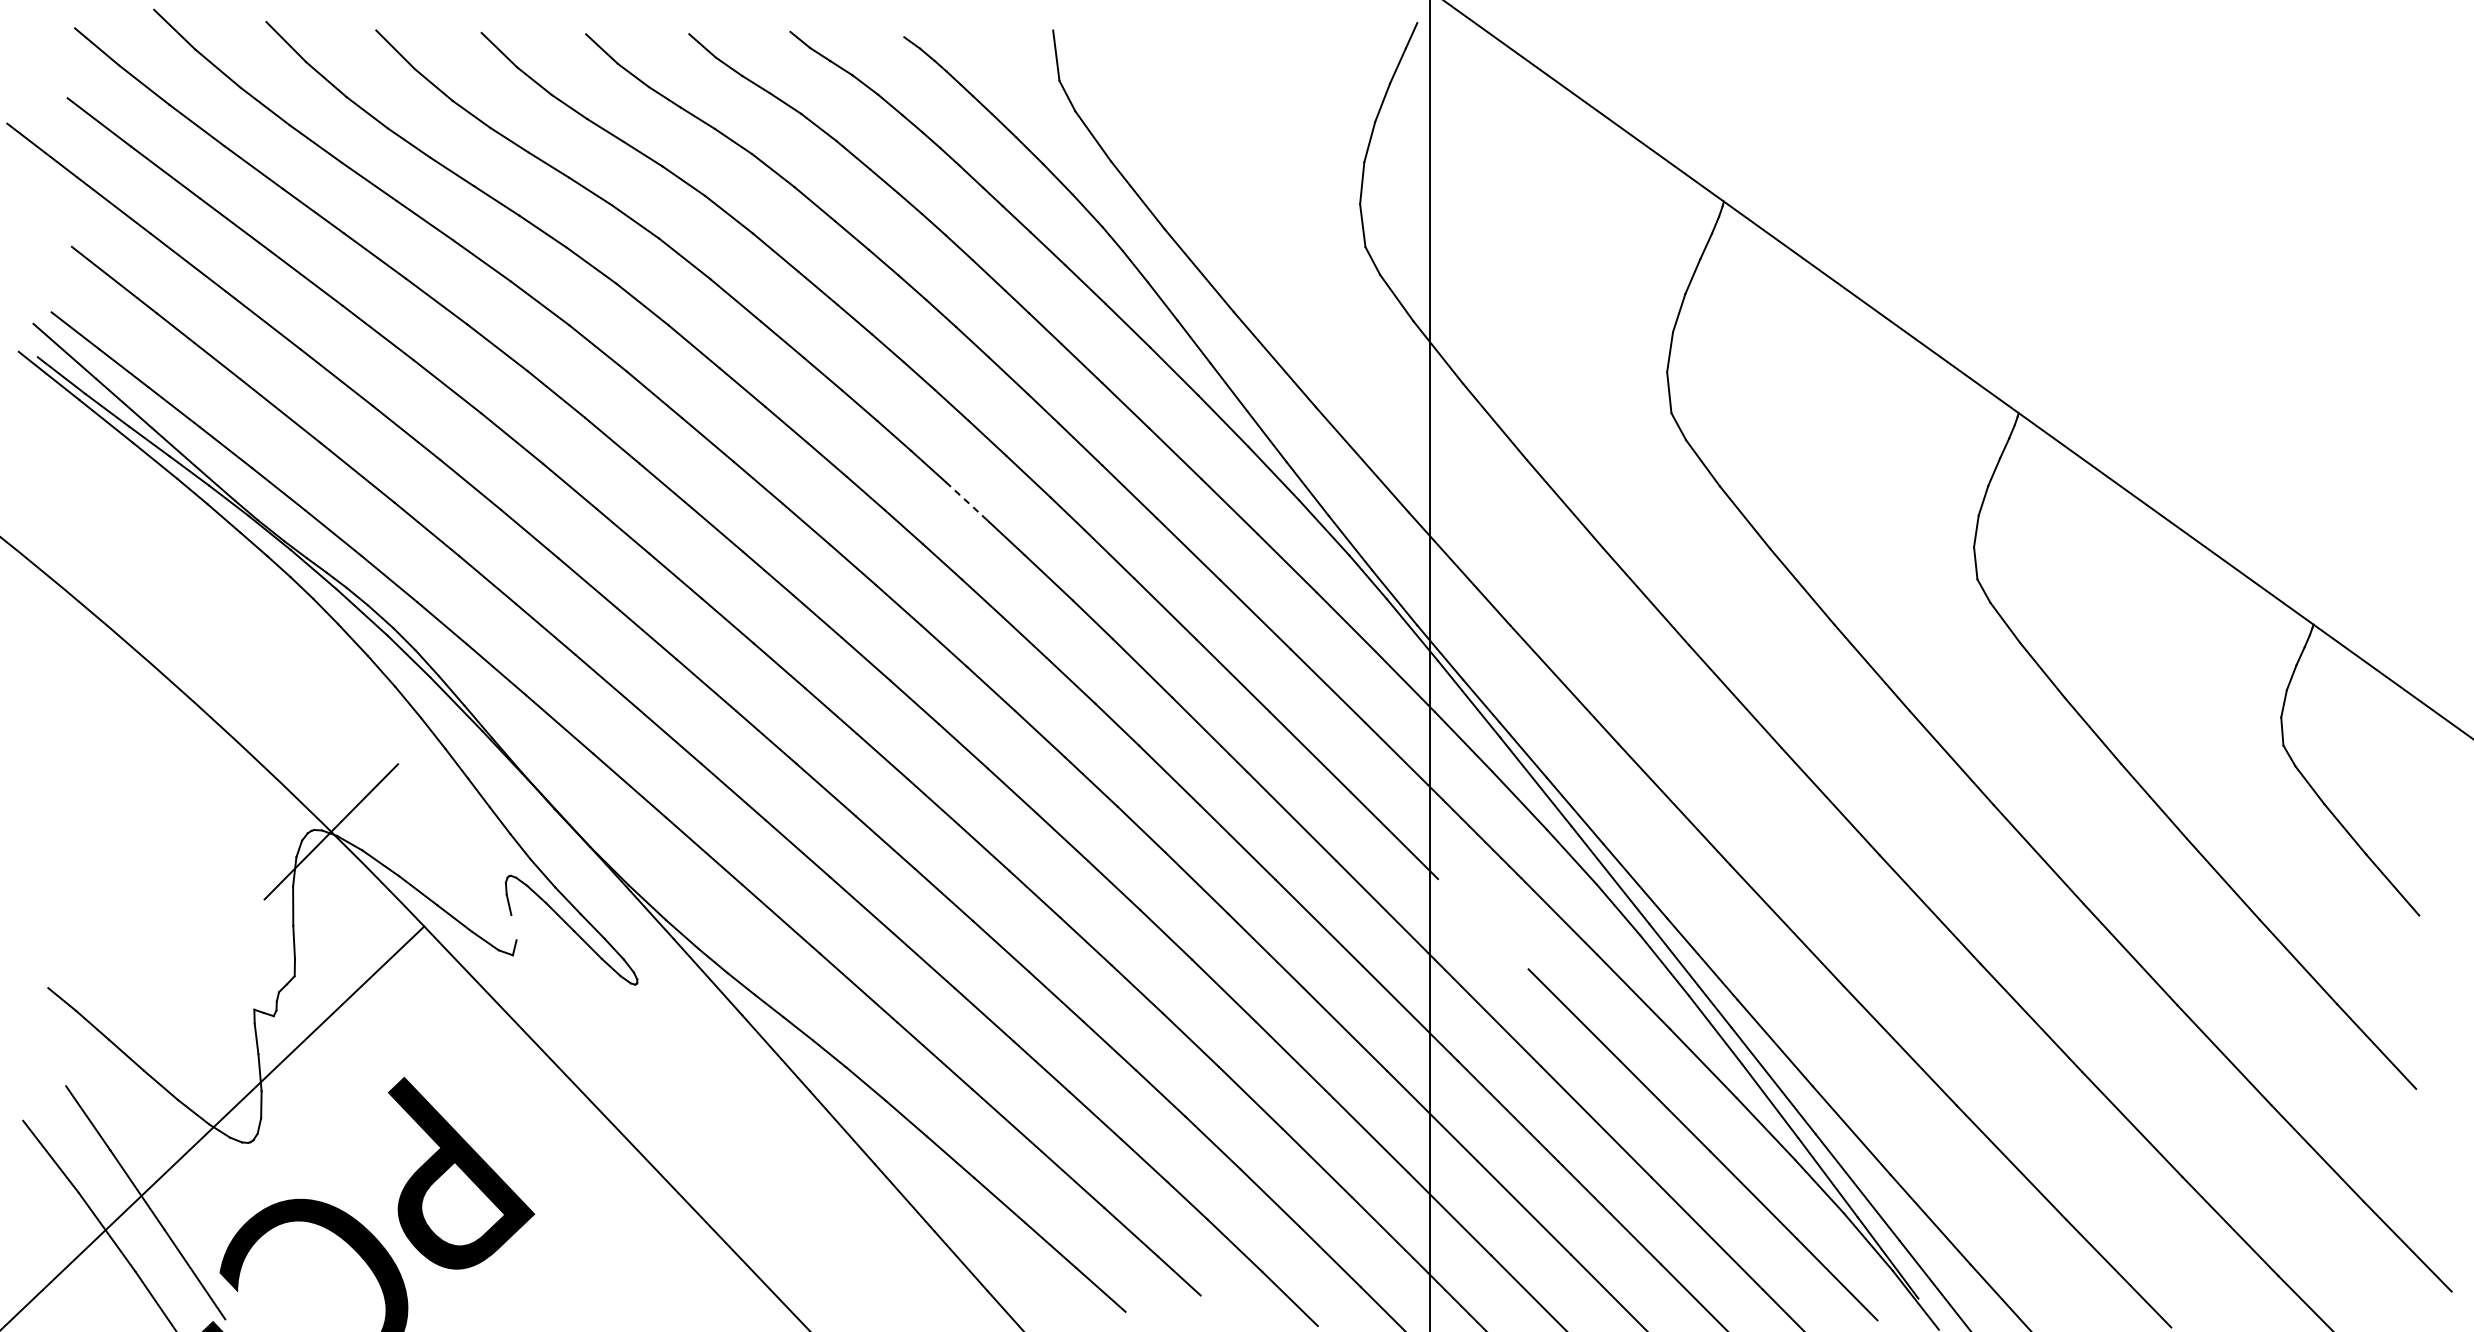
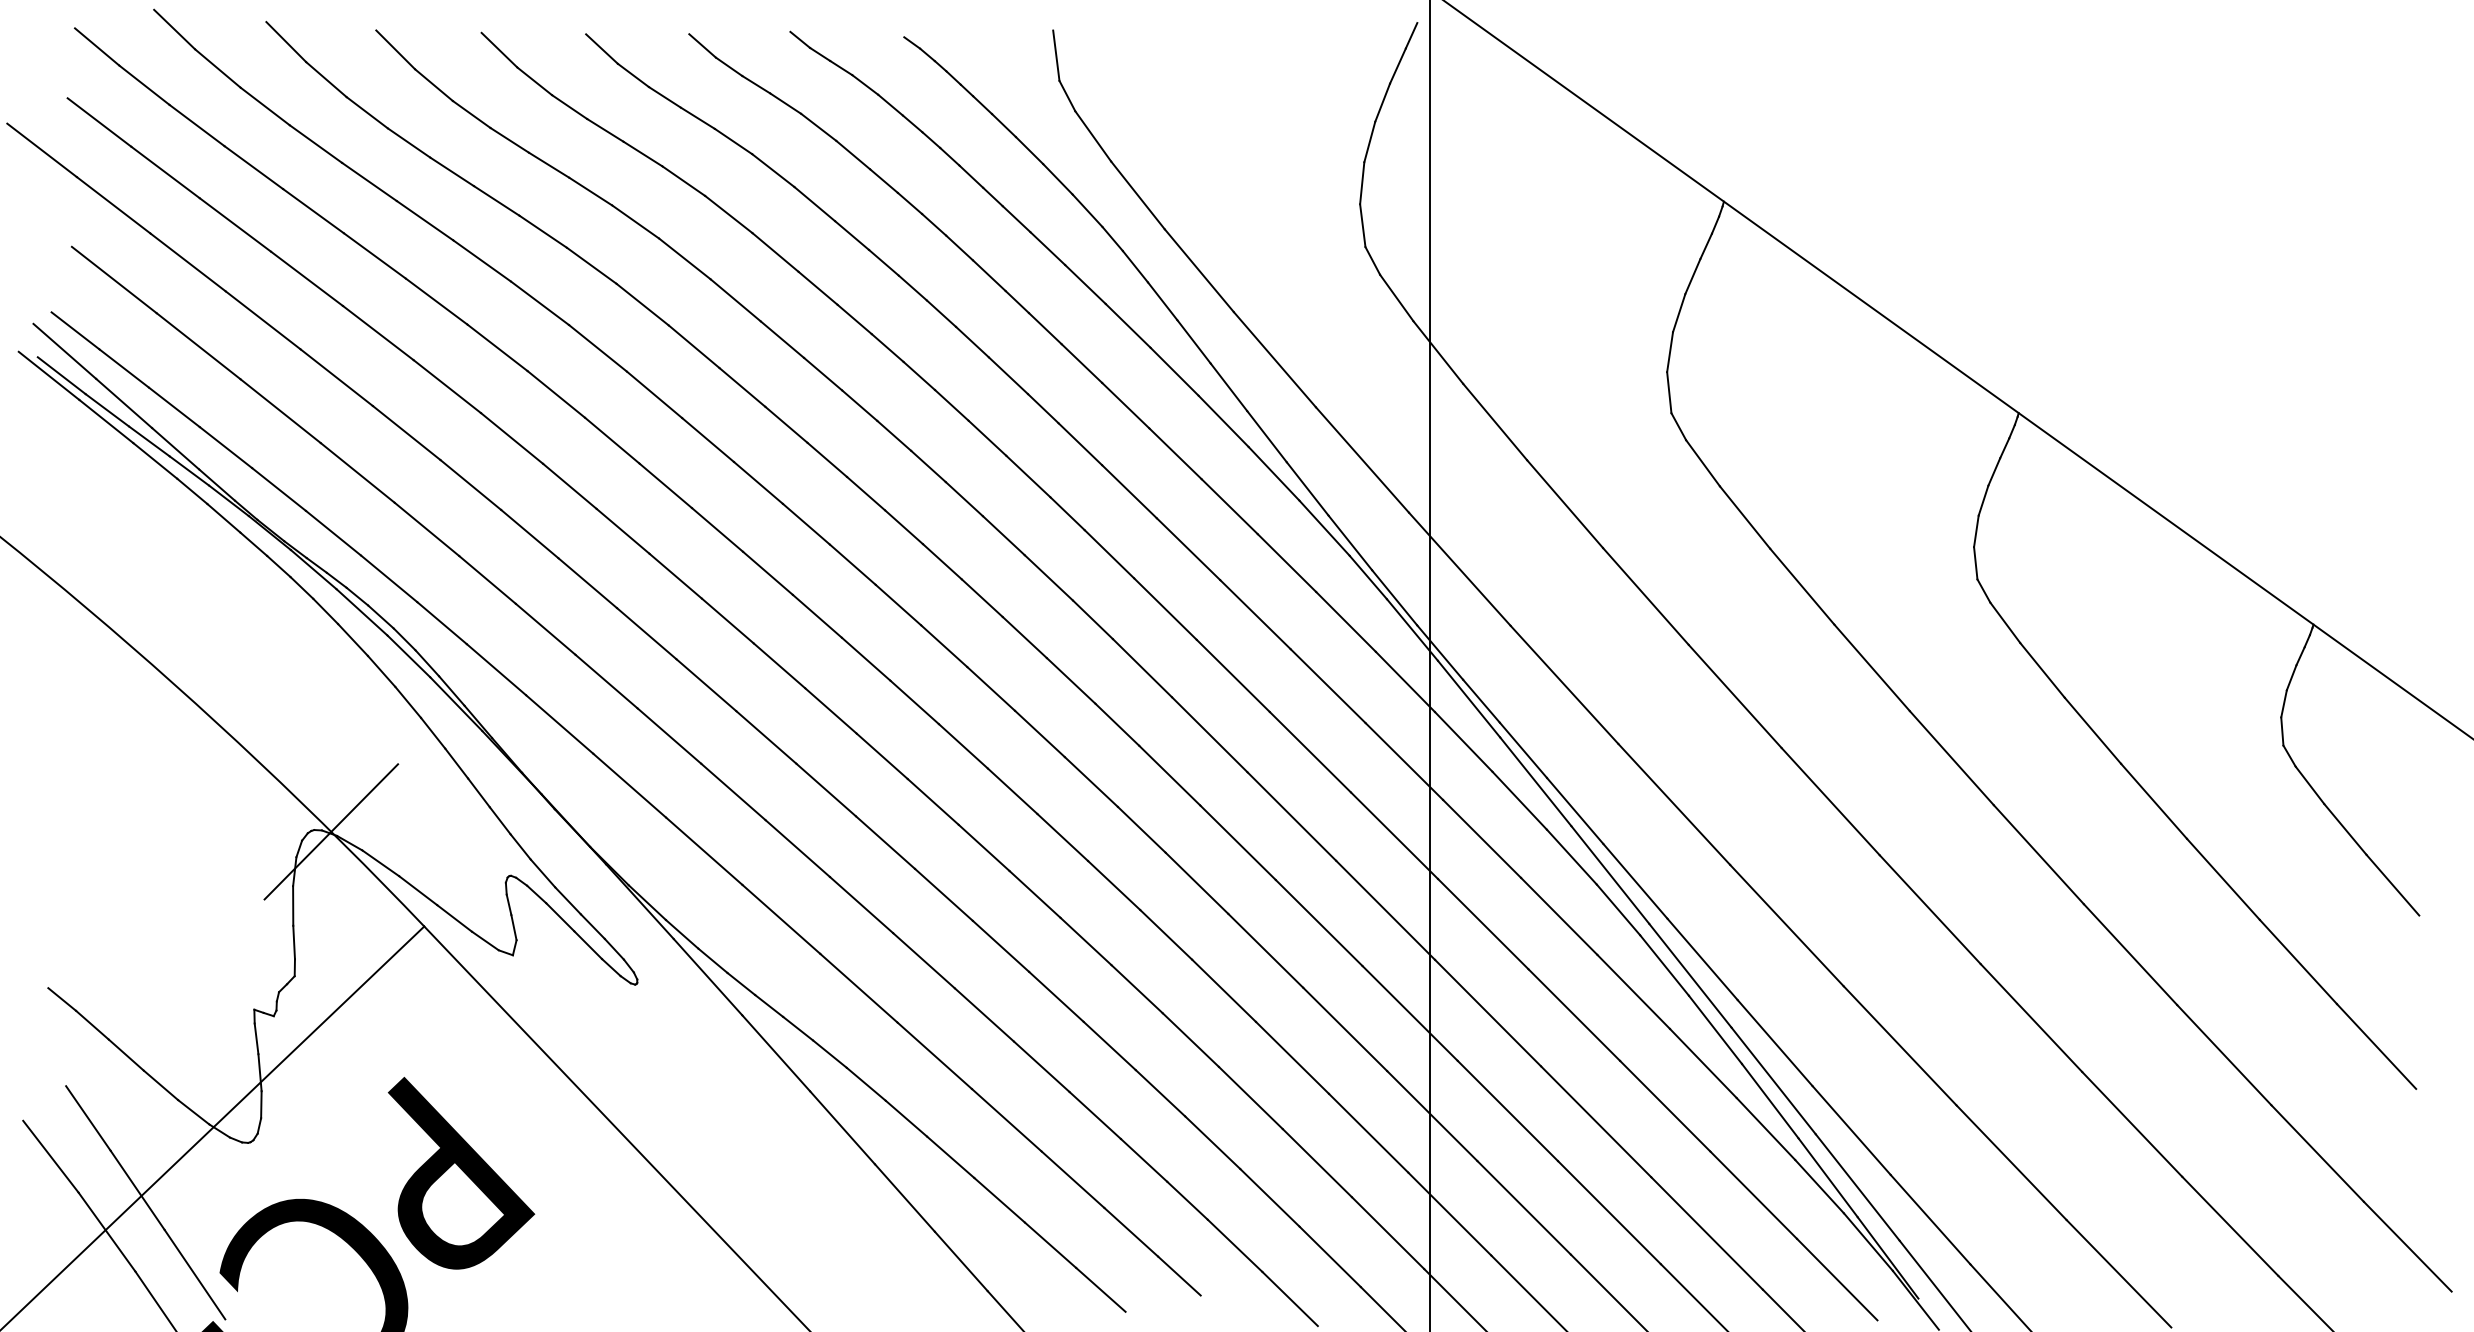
line at (964, 499): dashed -> solid
line at (1483, 924): none -> present
line at (513, 927): none -> present
